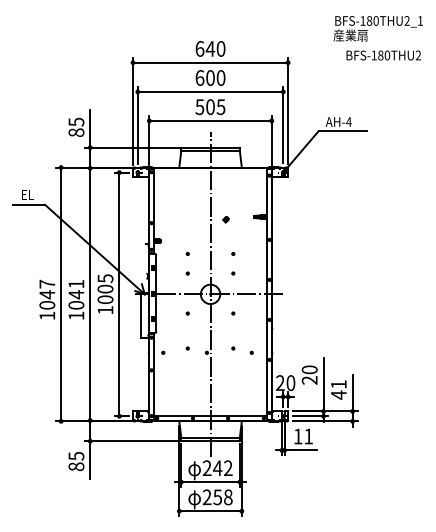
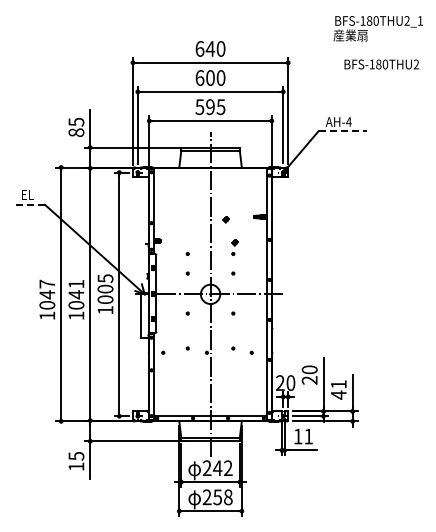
text at (383, 55) position: (383, 55) -> (381, 64)
text at (210, 107): 505 -> 595
line at (343, 131): solid -> dashed
line at (28, 204): solid -> dashed
part at (234, 242): none -> present
text at (76, 466): 85 -> 15
